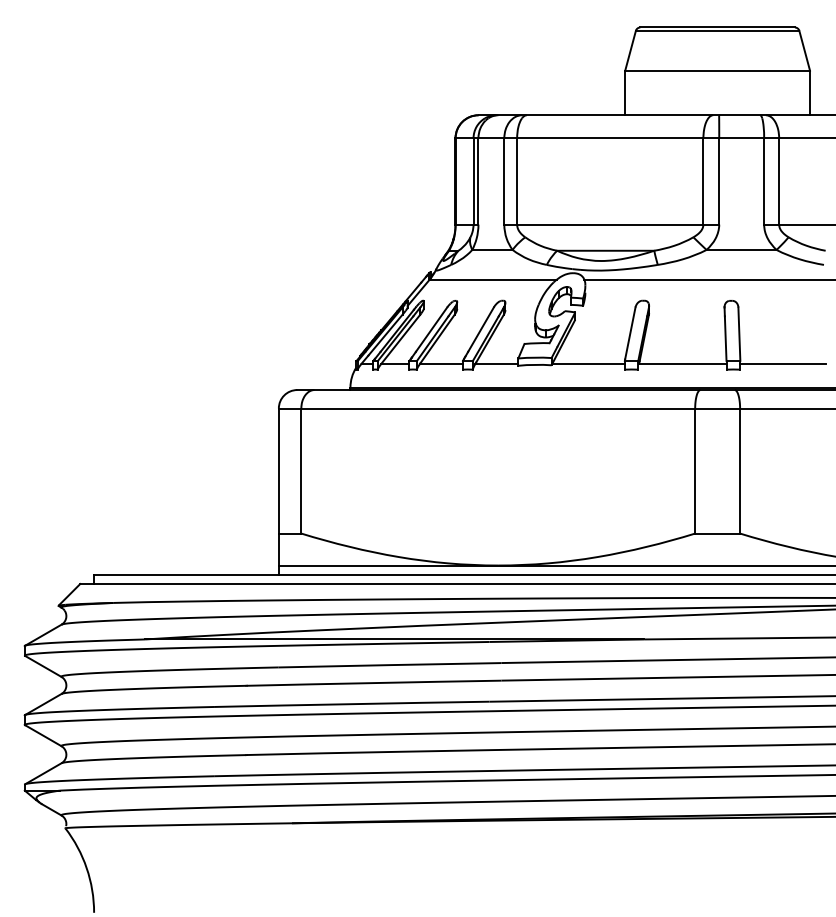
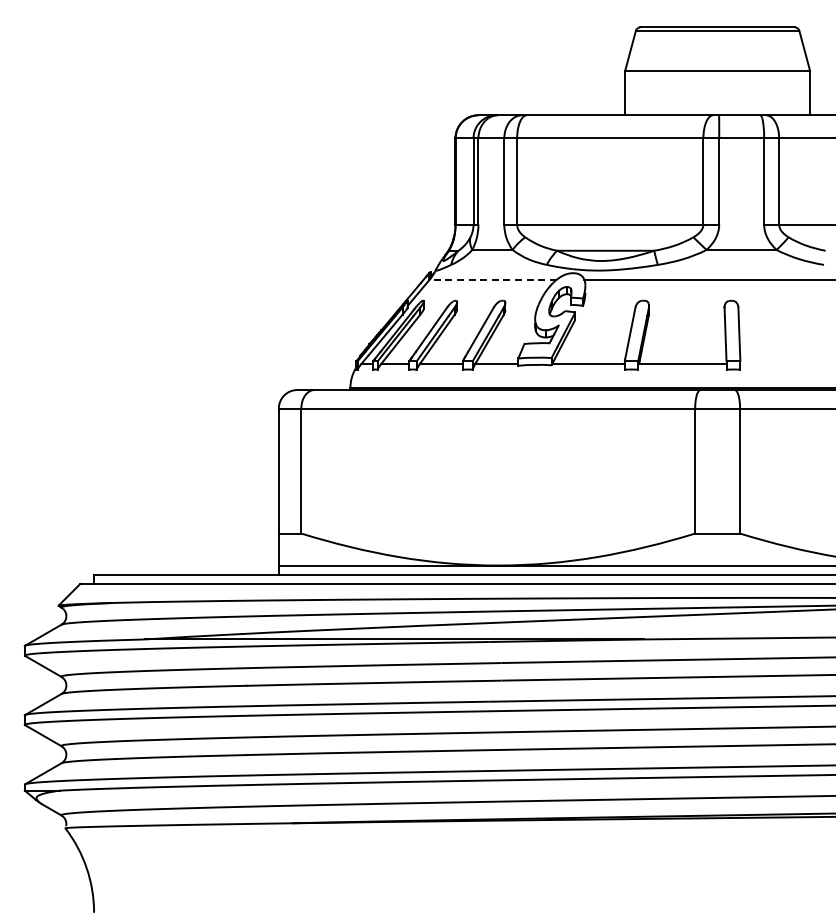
line at (493, 279): solid -> dashed
line at (782, 363): present -> none
